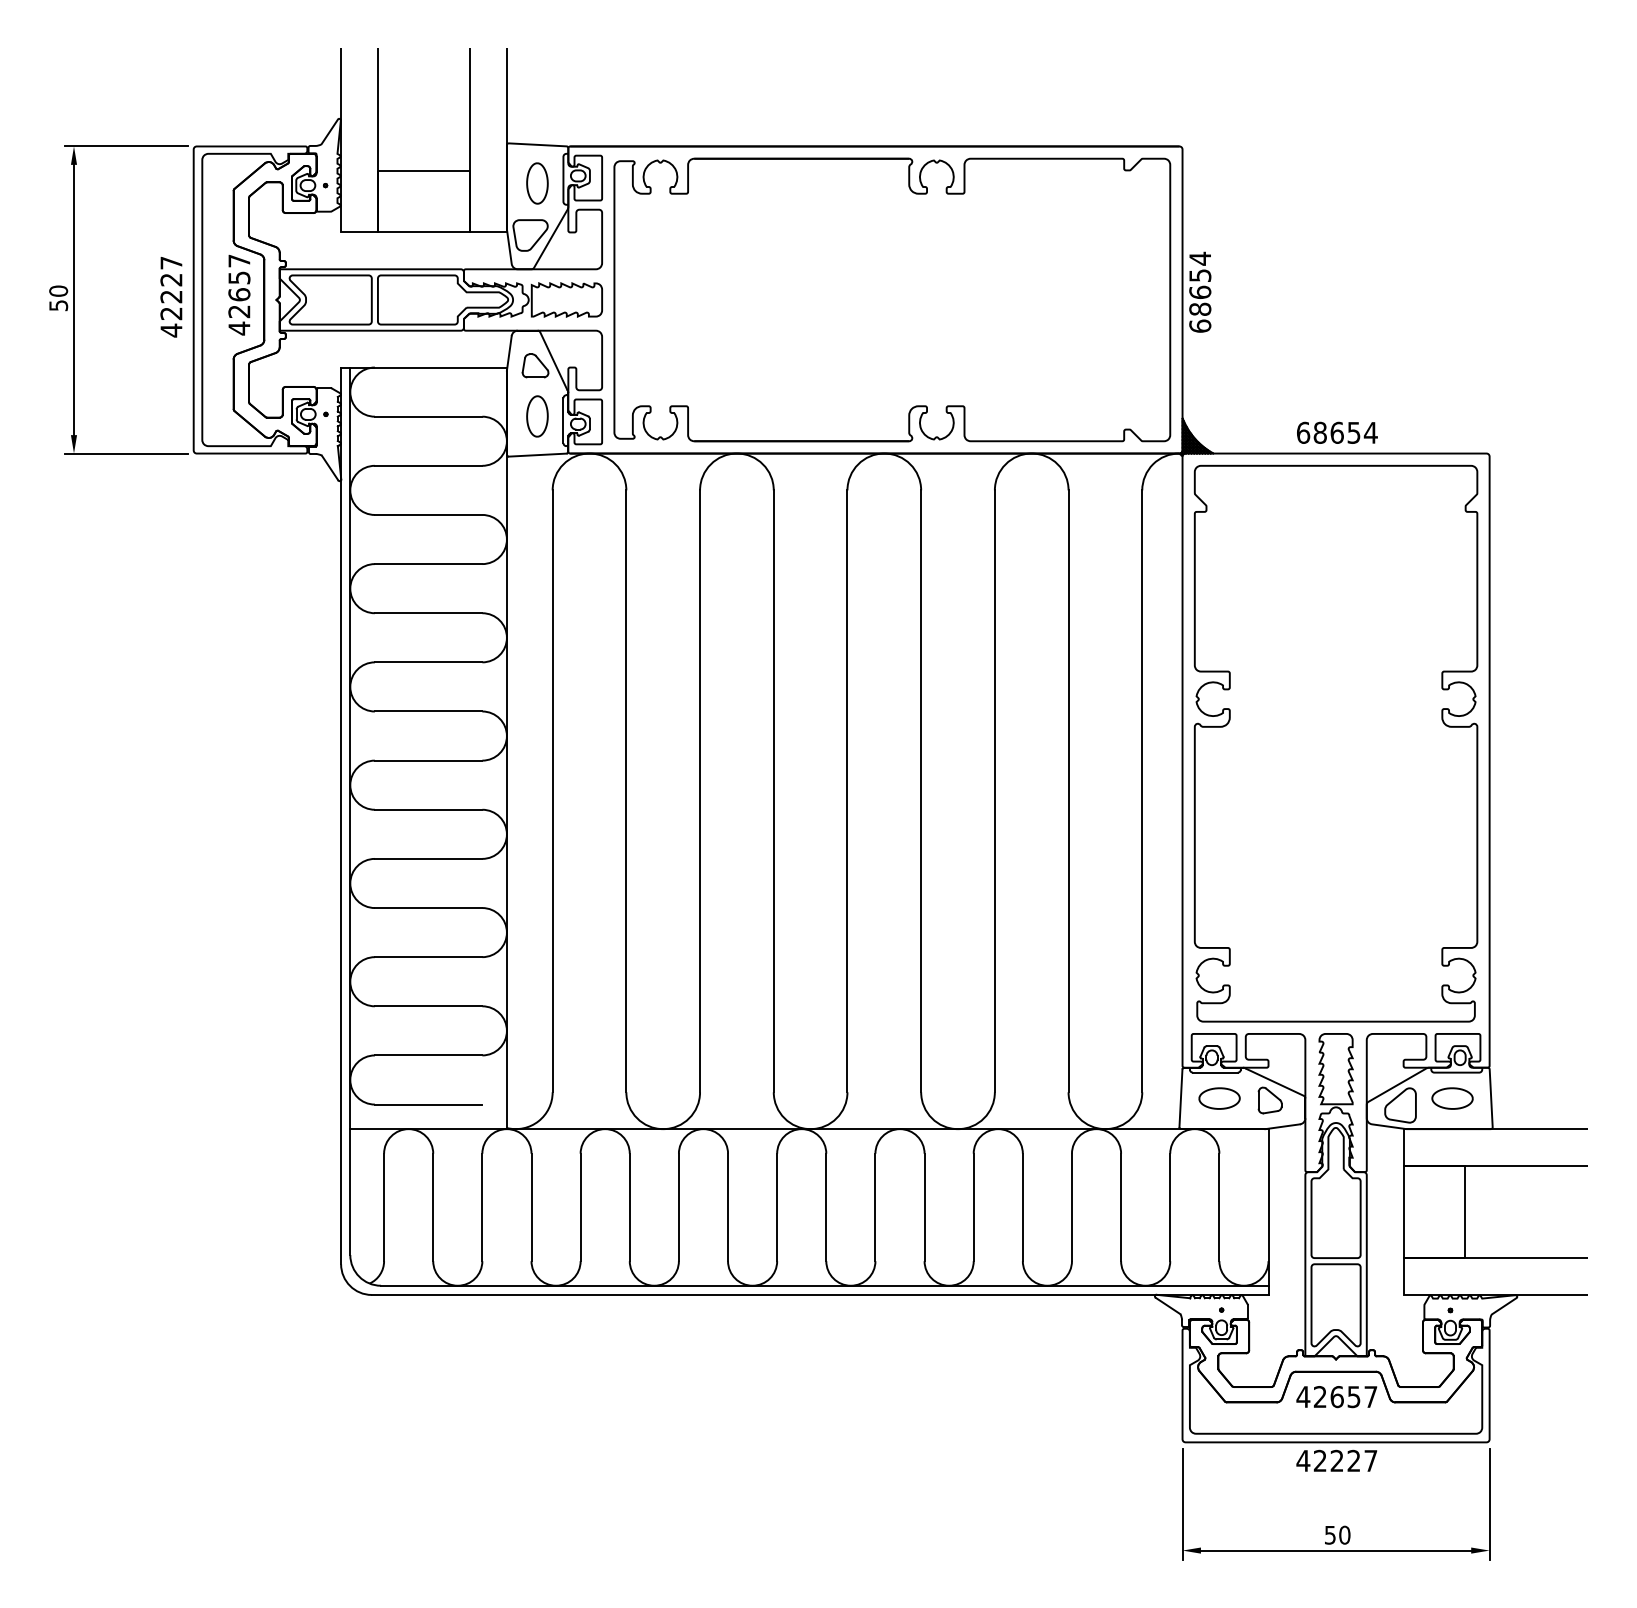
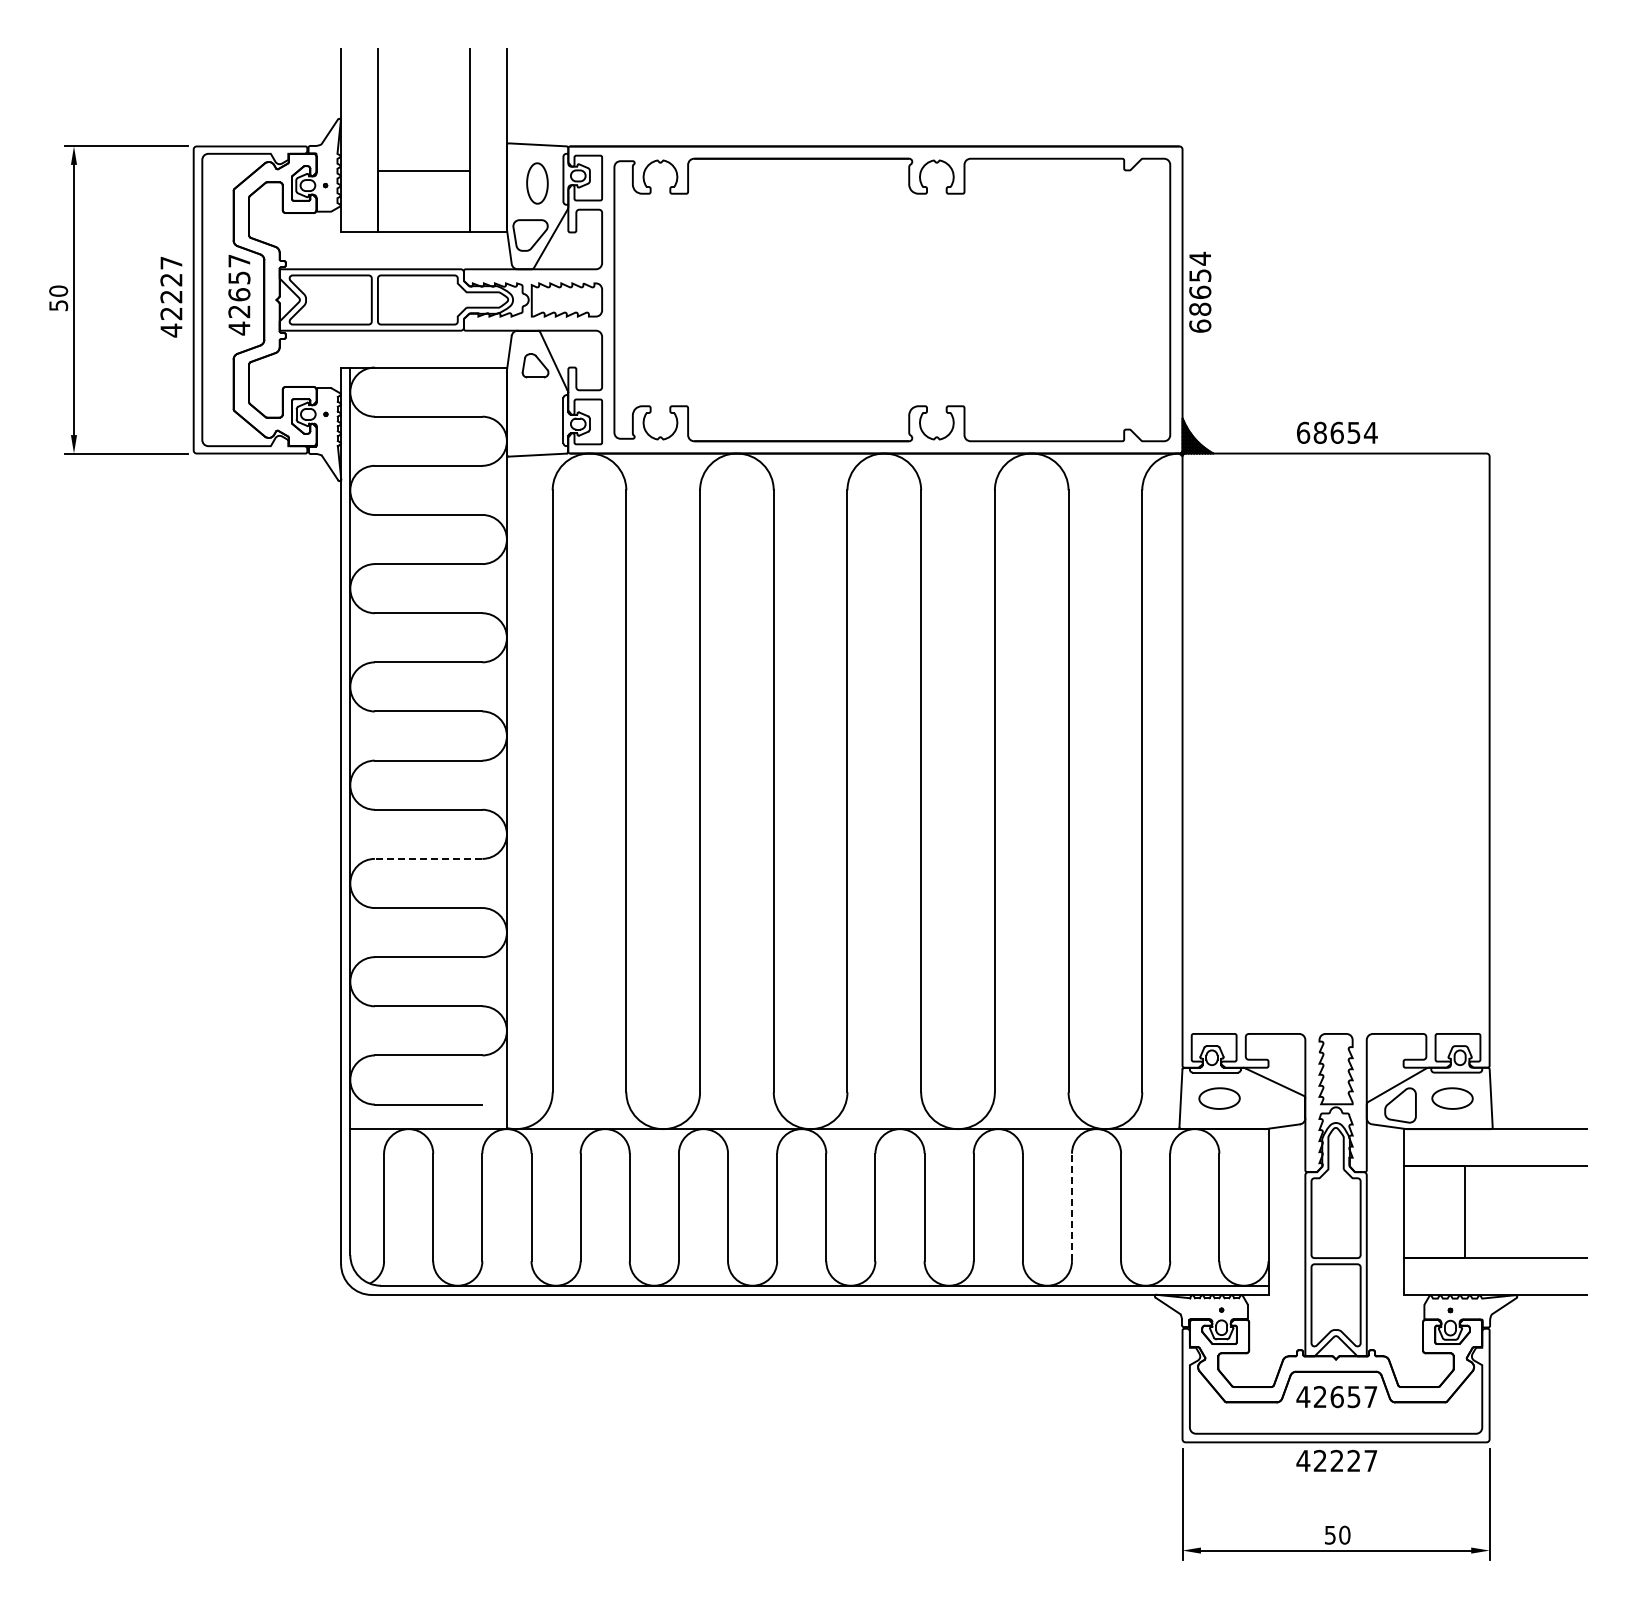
part at (537, 416): present -> none
part at (1335, 743): present -> none
line at (428, 858): solid -> dashed
part at (1269, 1100): present -> none
line at (1071, 1207): solid -> dashed
